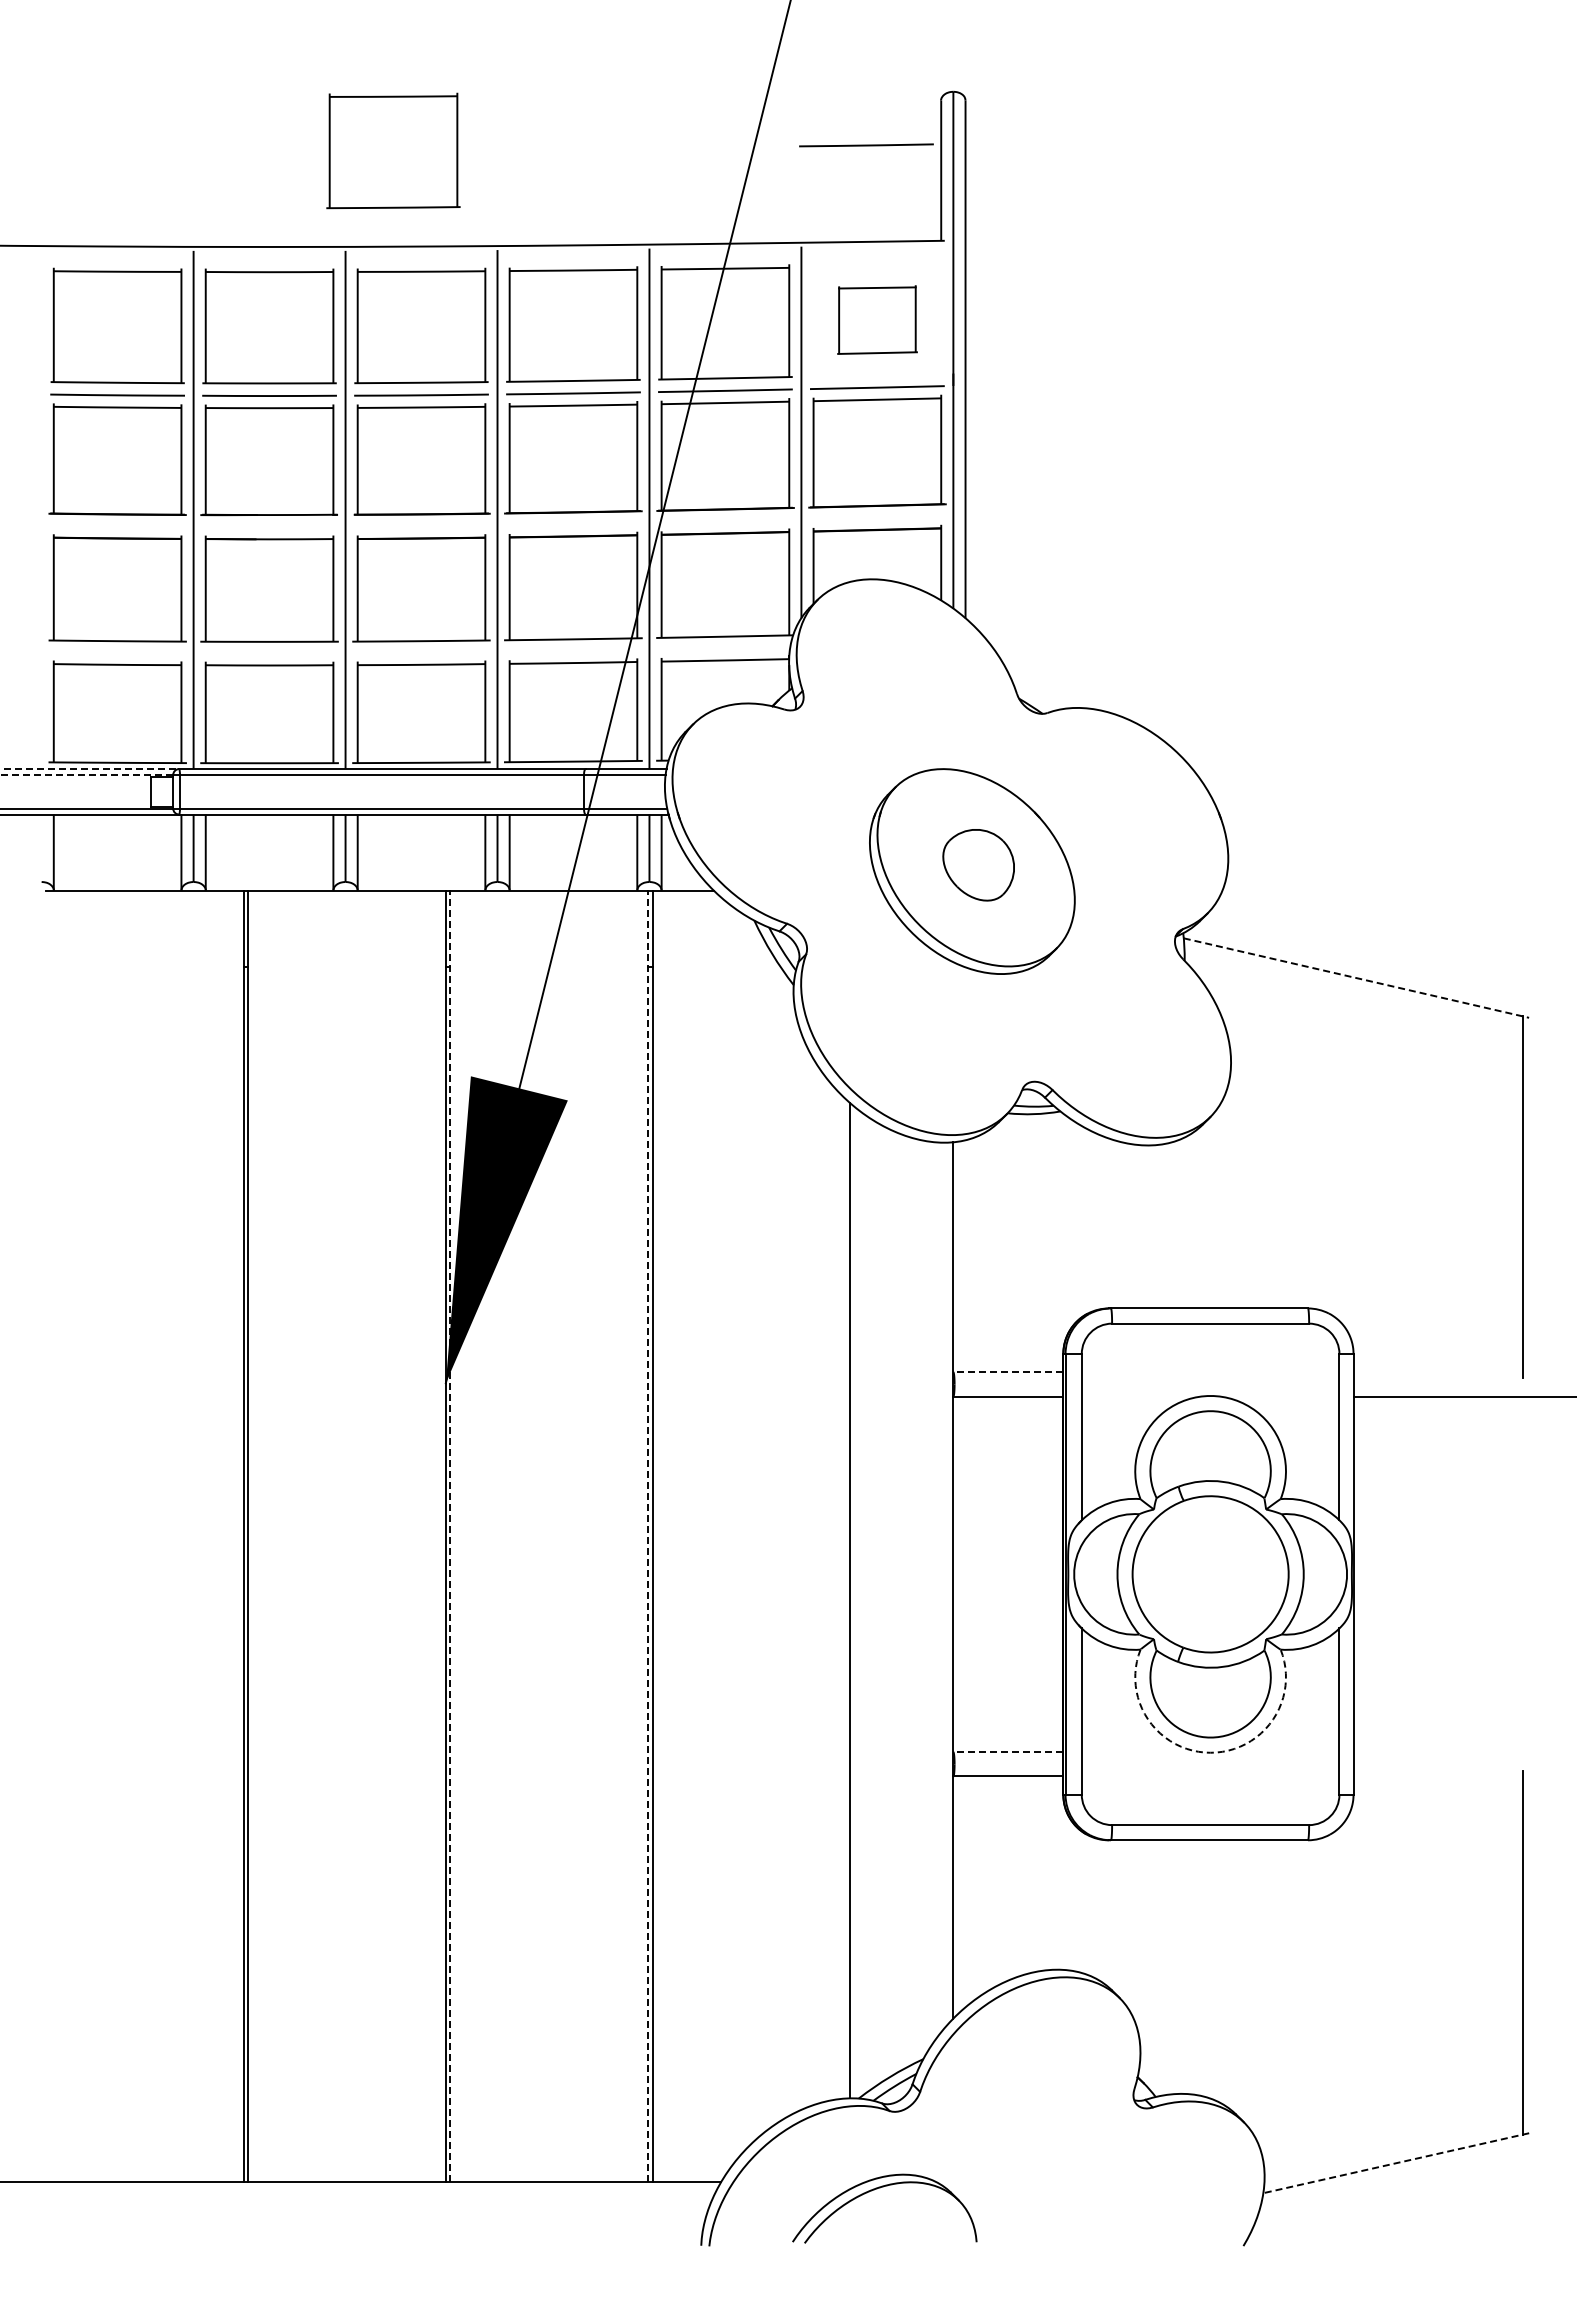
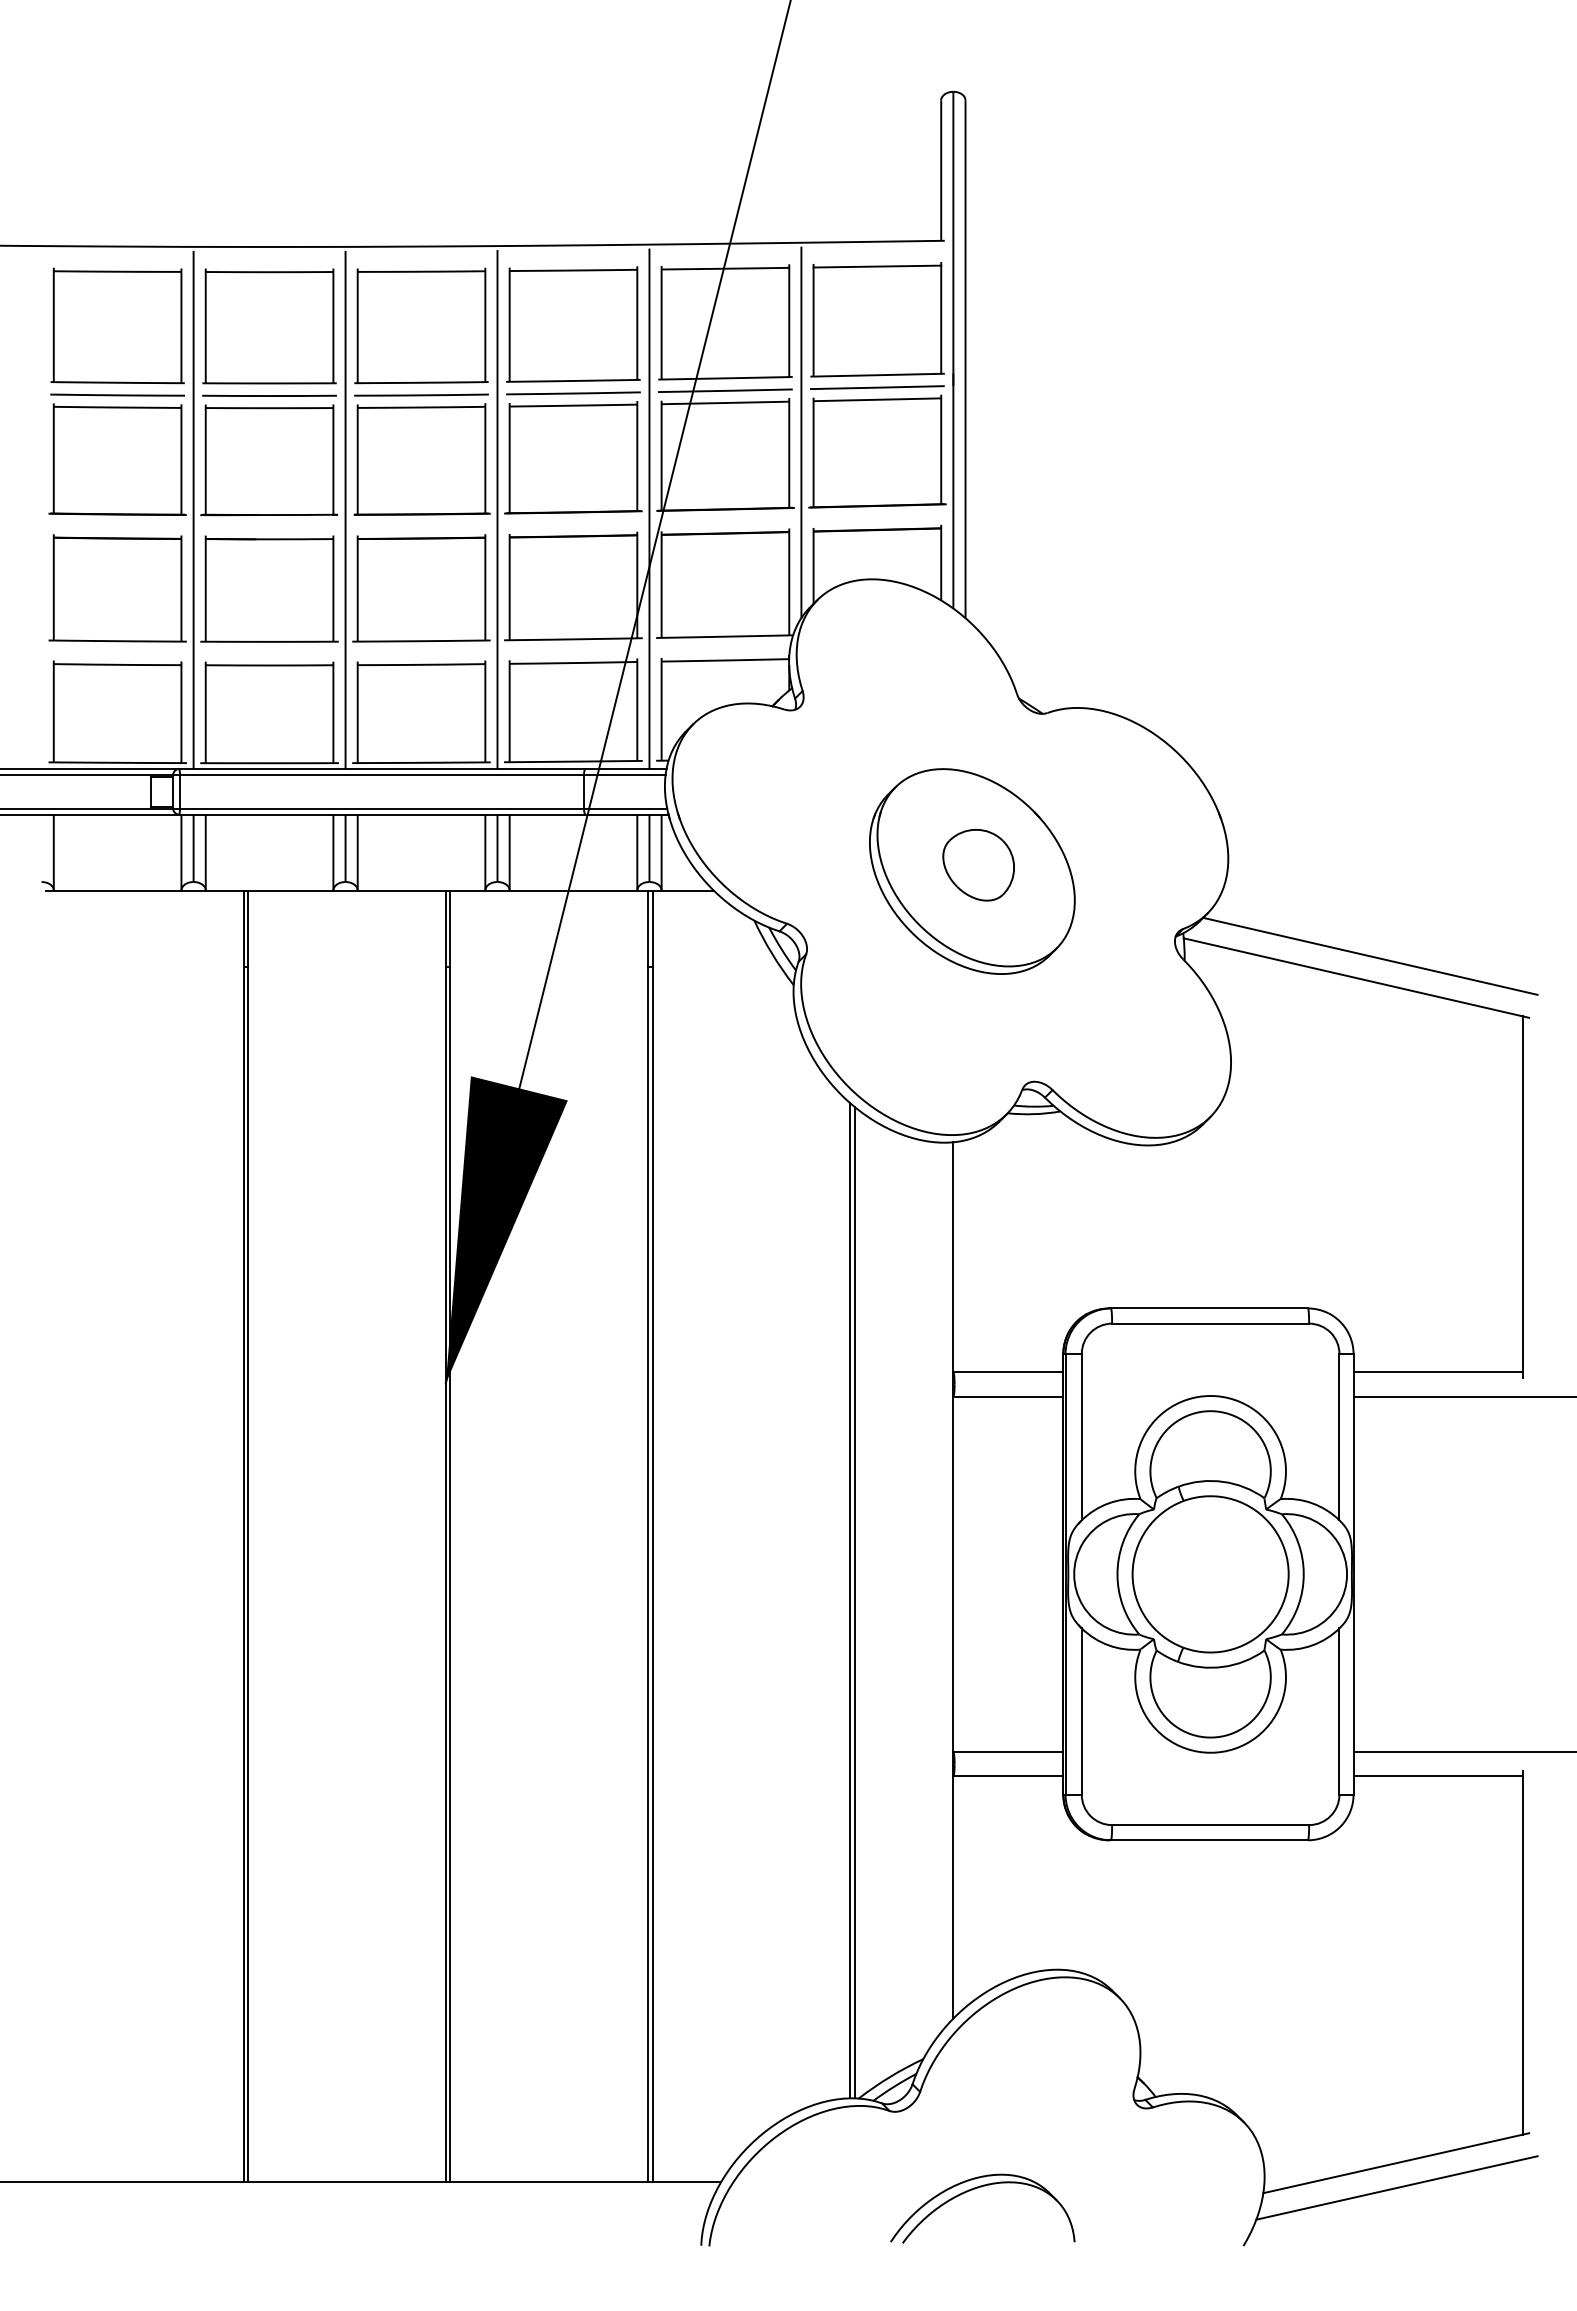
line at (866, 145): present -> none
part at (393, 150): present -> none
part at (877, 319) size: 81x70 px -> 135x116 px
line at (90, 769): dashed -> solid
line at (86, 775): dashed -> solid
line at (1370, 955): none -> present
line at (1356, 978): dashed -> solid
line at (1008, 1372): dashed -> solid
line at (1437, 1372): none -> present
line at (450, 1536): dashed -> solid
line at (647, 1536): dashed -> solid
line at (854, 1602): none -> present
line at (1008, 1752): dashed -> solid
arc at (1210, 1752): dashed -> solid
line at (1463, 1752): none -> present
line at (1437, 1776): none -> present
line at (1395, 2163): dashed -> solid
line at (1396, 2187): none -> present
part at (877, 2189) position: (877, 2189) -> (975, 2189)
